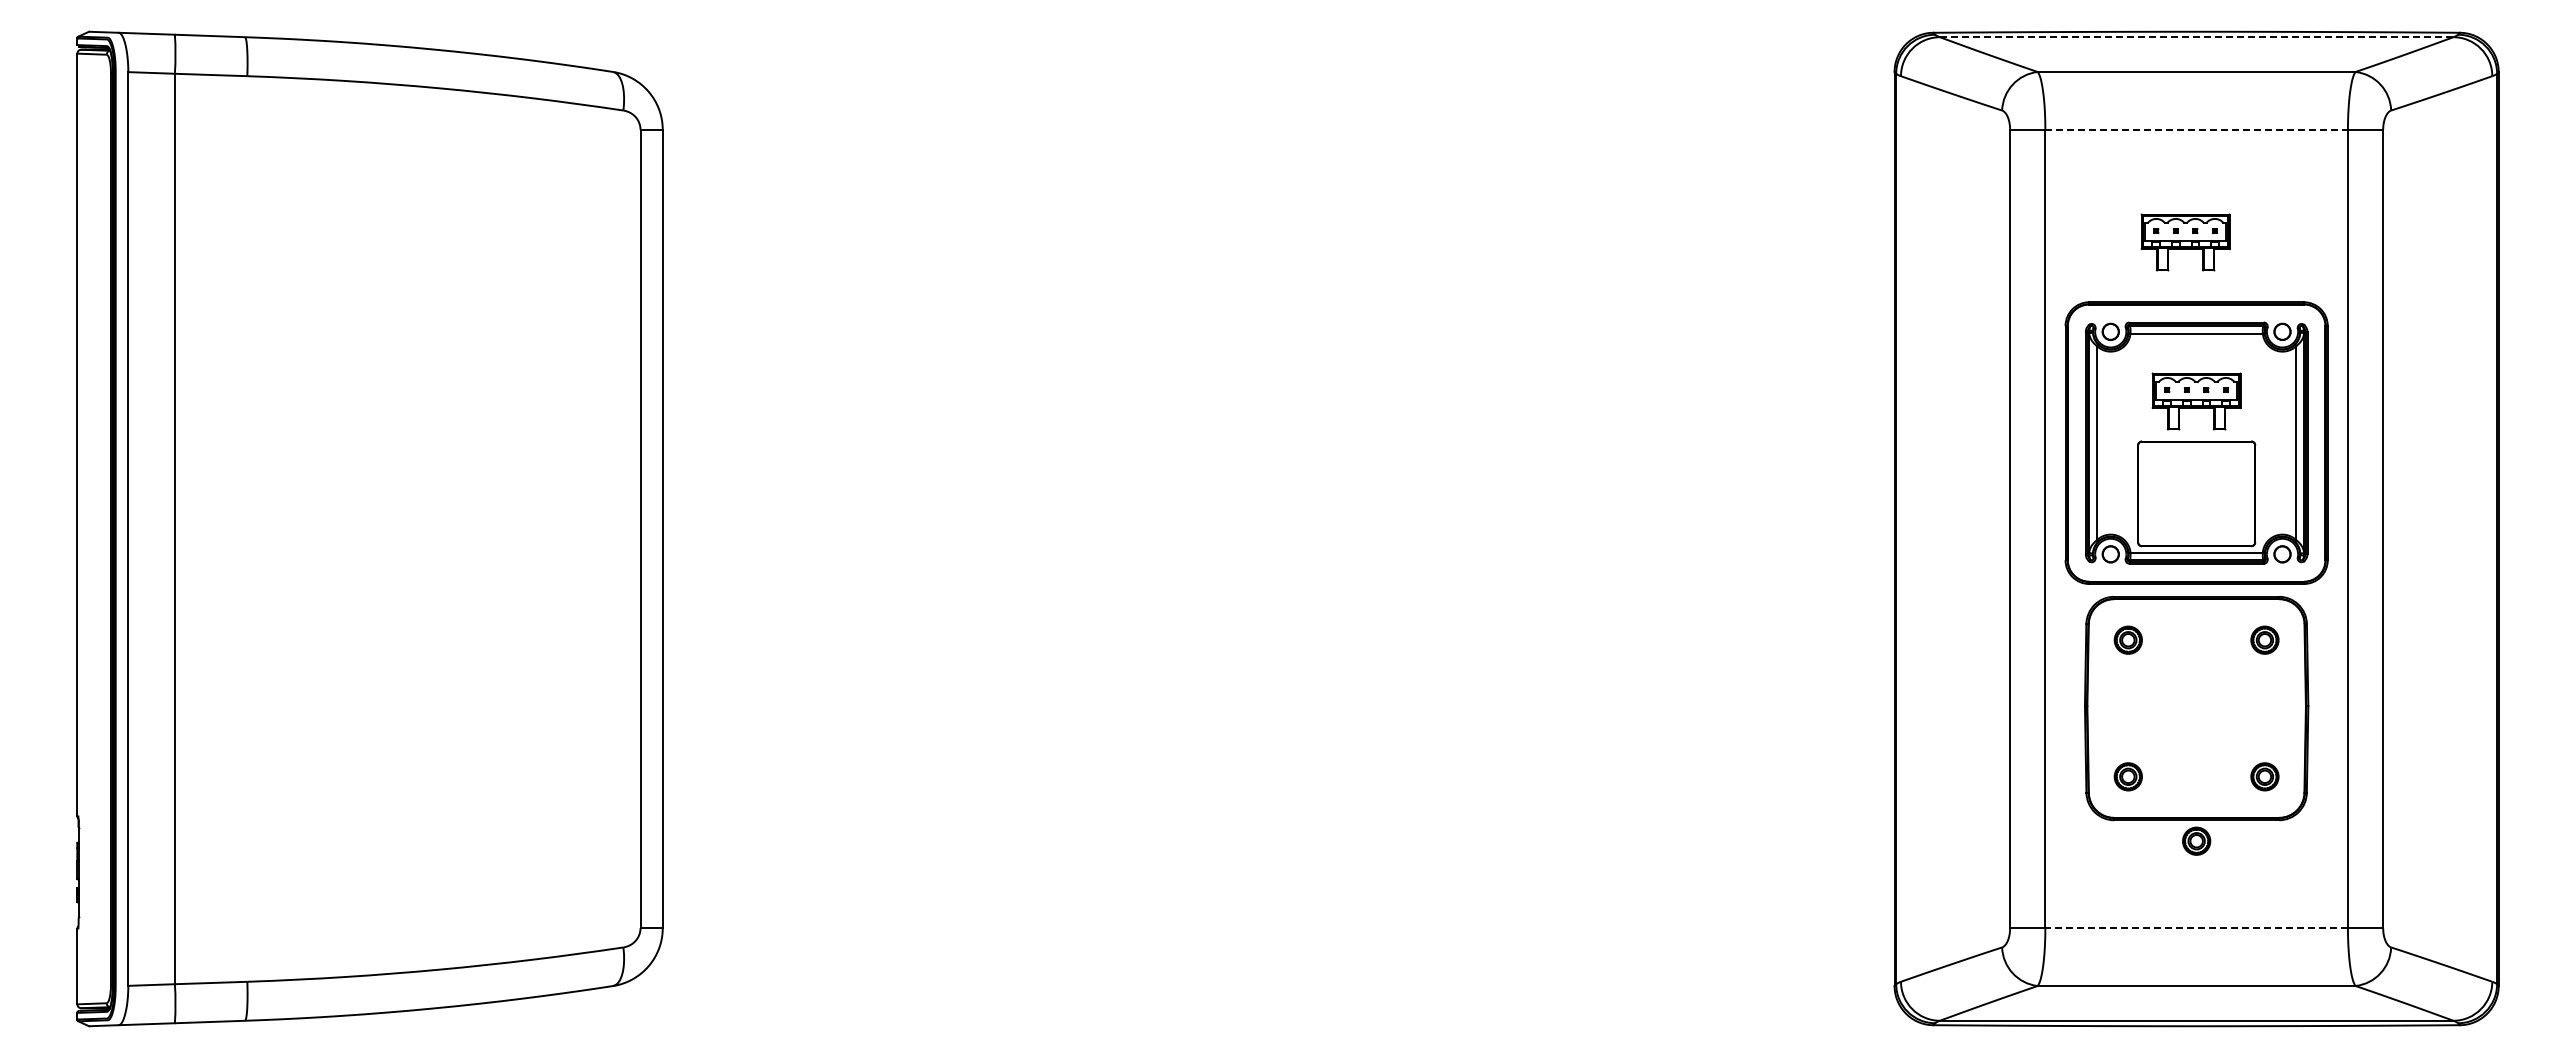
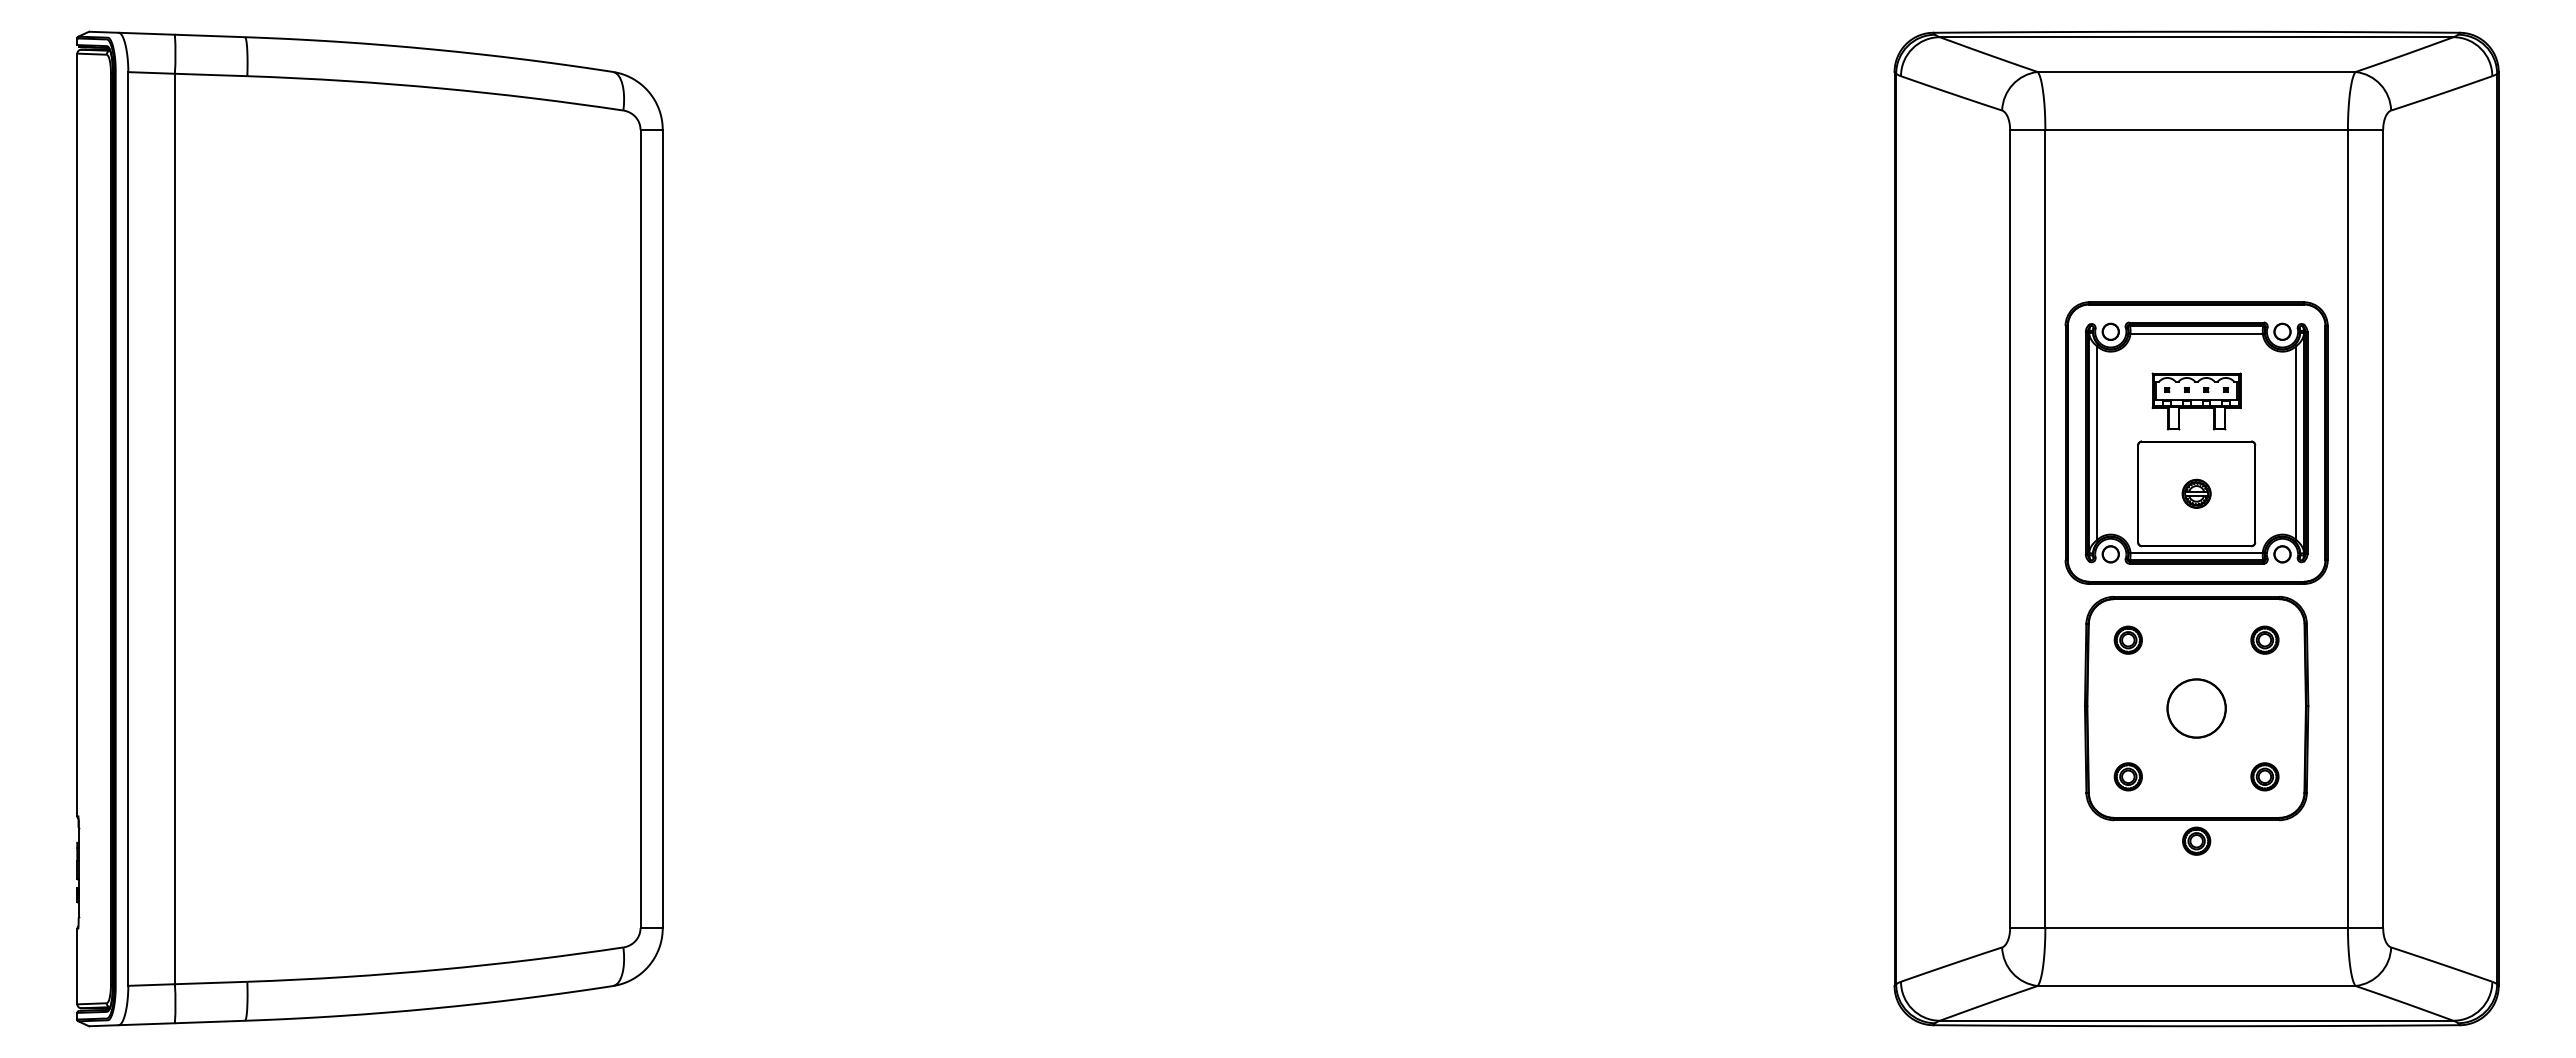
line at (2196, 37): dashed -> solid
line at (2197, 129): dashed -> solid
part at (2185, 242): present -> none
part at (2196, 493): none -> present
circle at (2196, 708): none -> present
line at (2196, 928): dashed -> solid
